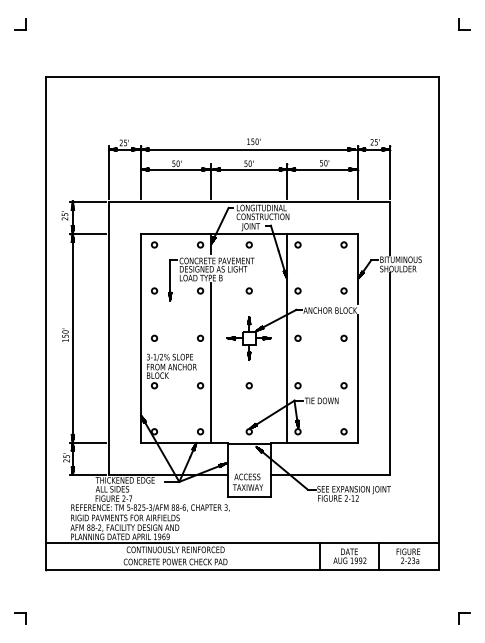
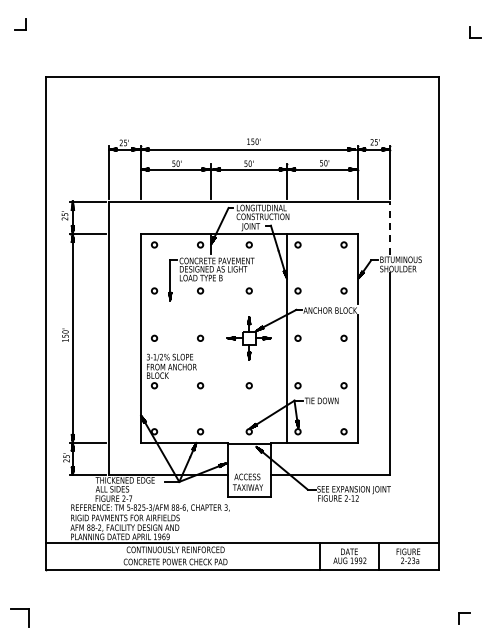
part at (464, 24) position: (464, 24) -> (475, 32)
line at (390, 228): solid -> dashed
line at (211, 362): present -> none
part at (20, 618) size: 13x13 px -> 20x20 px
